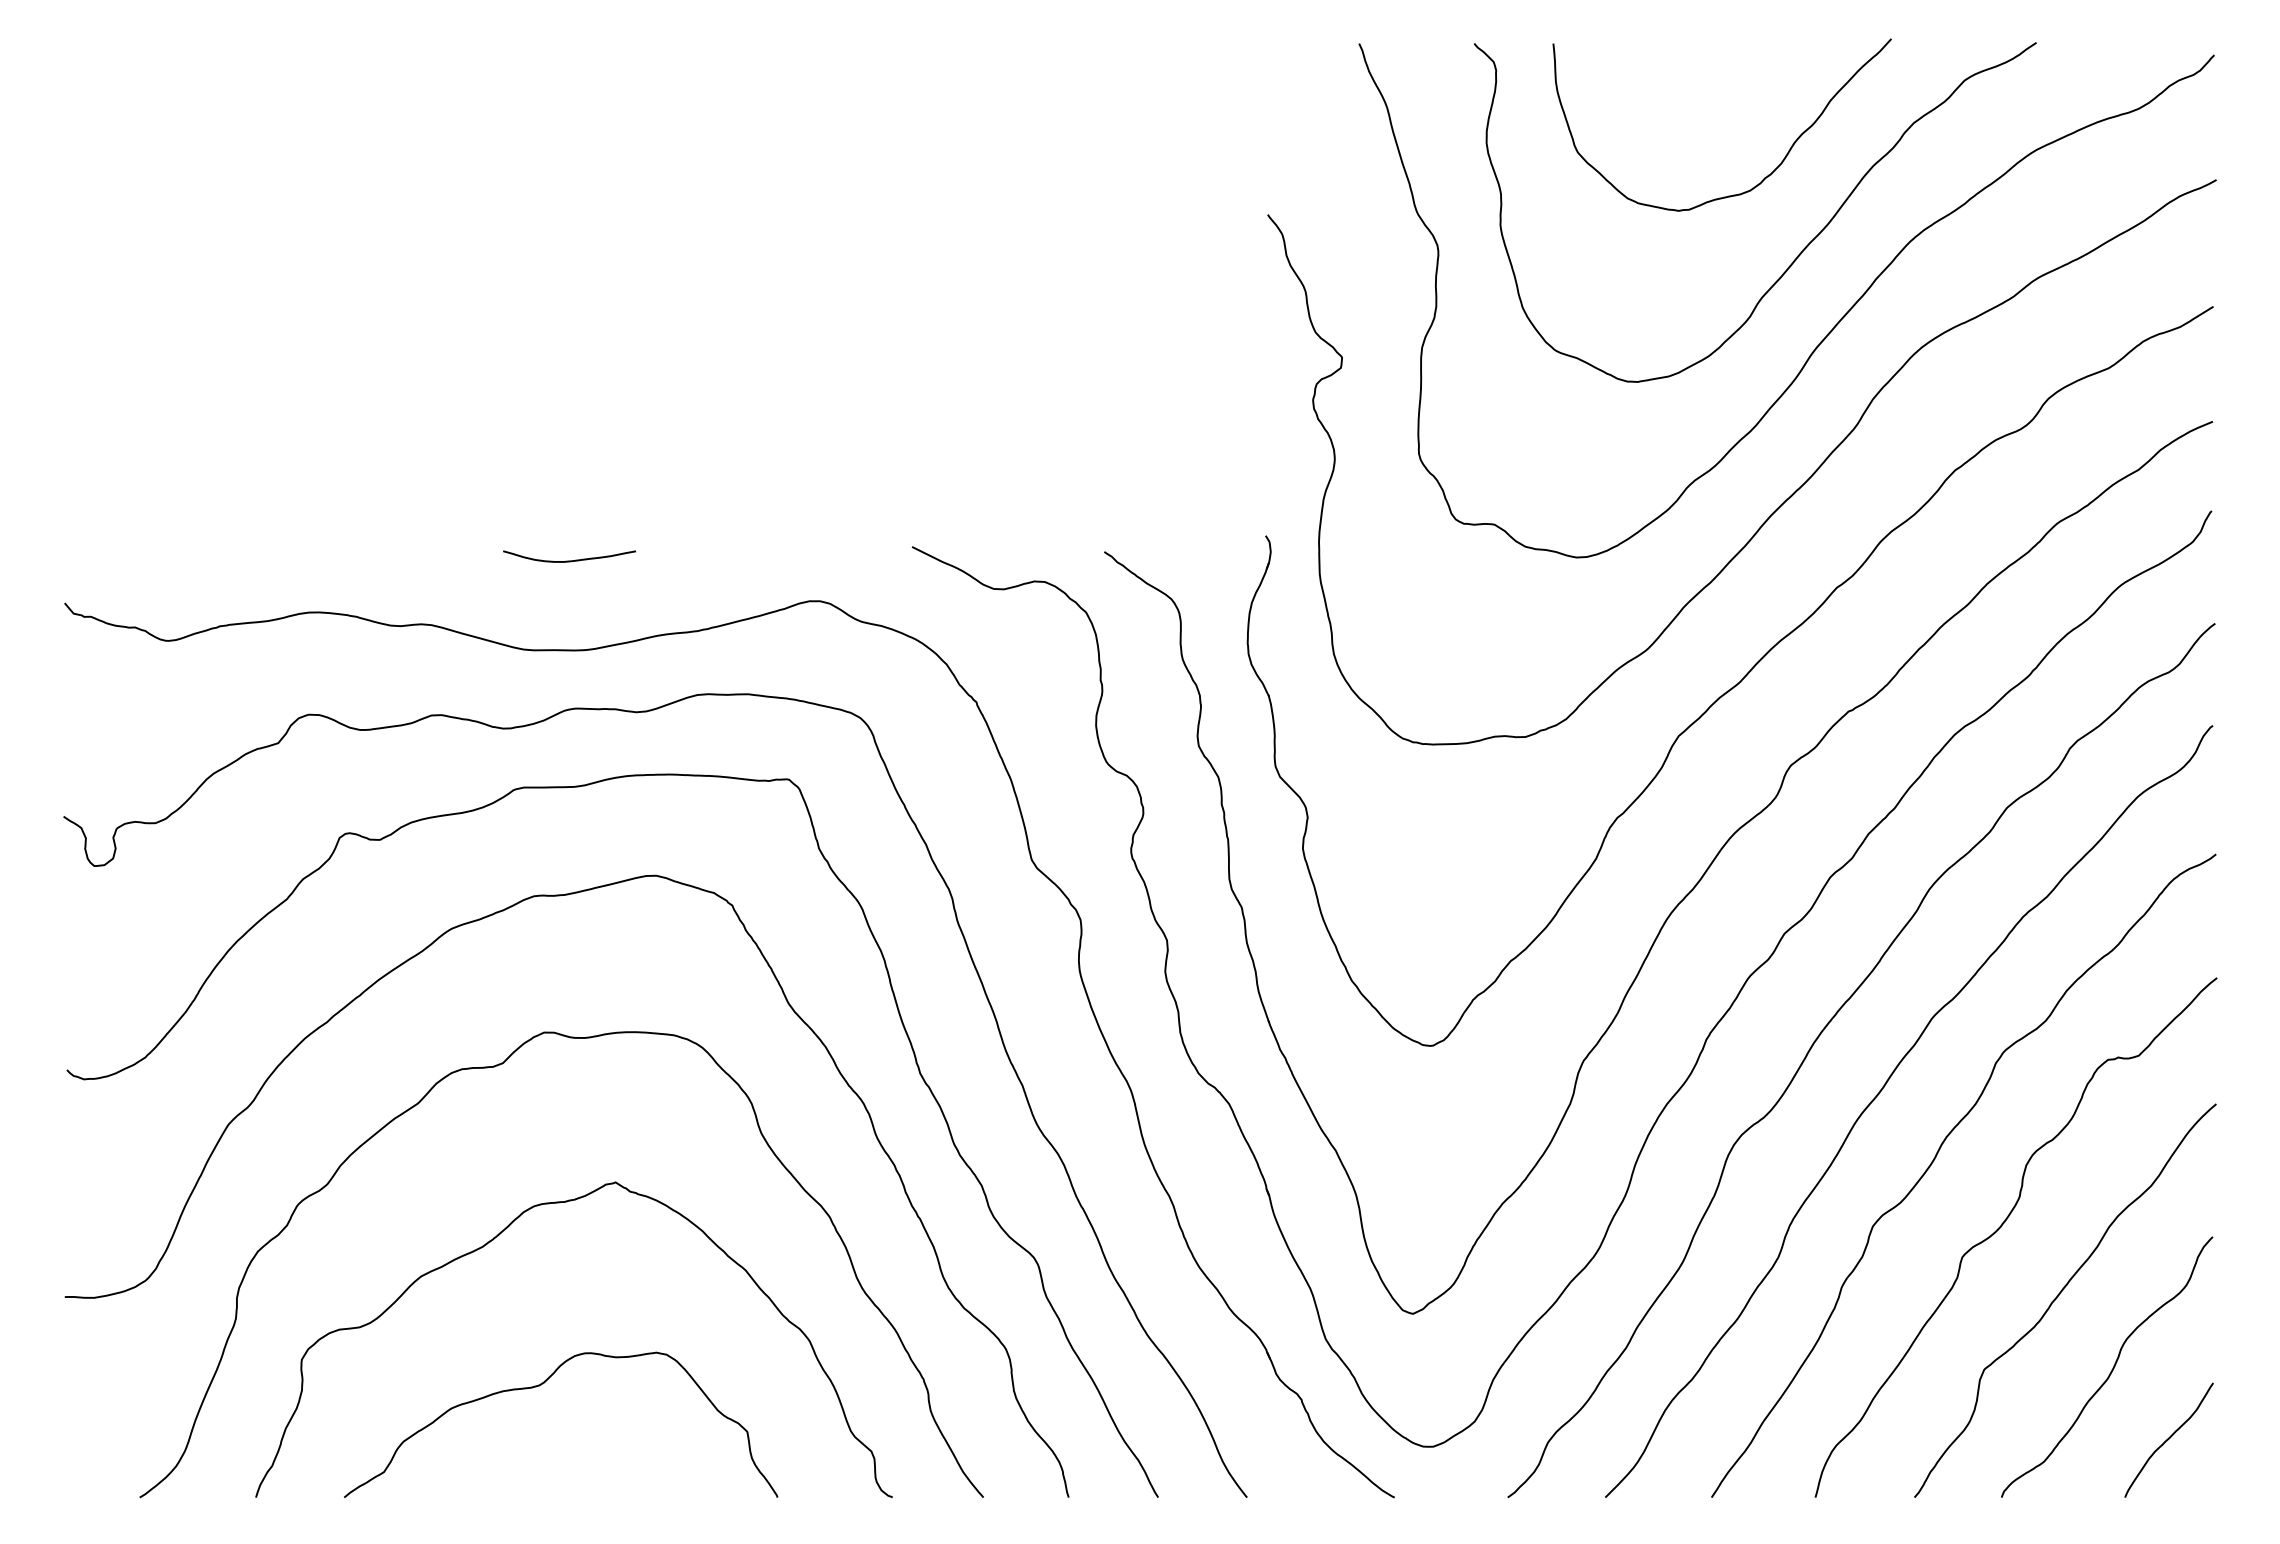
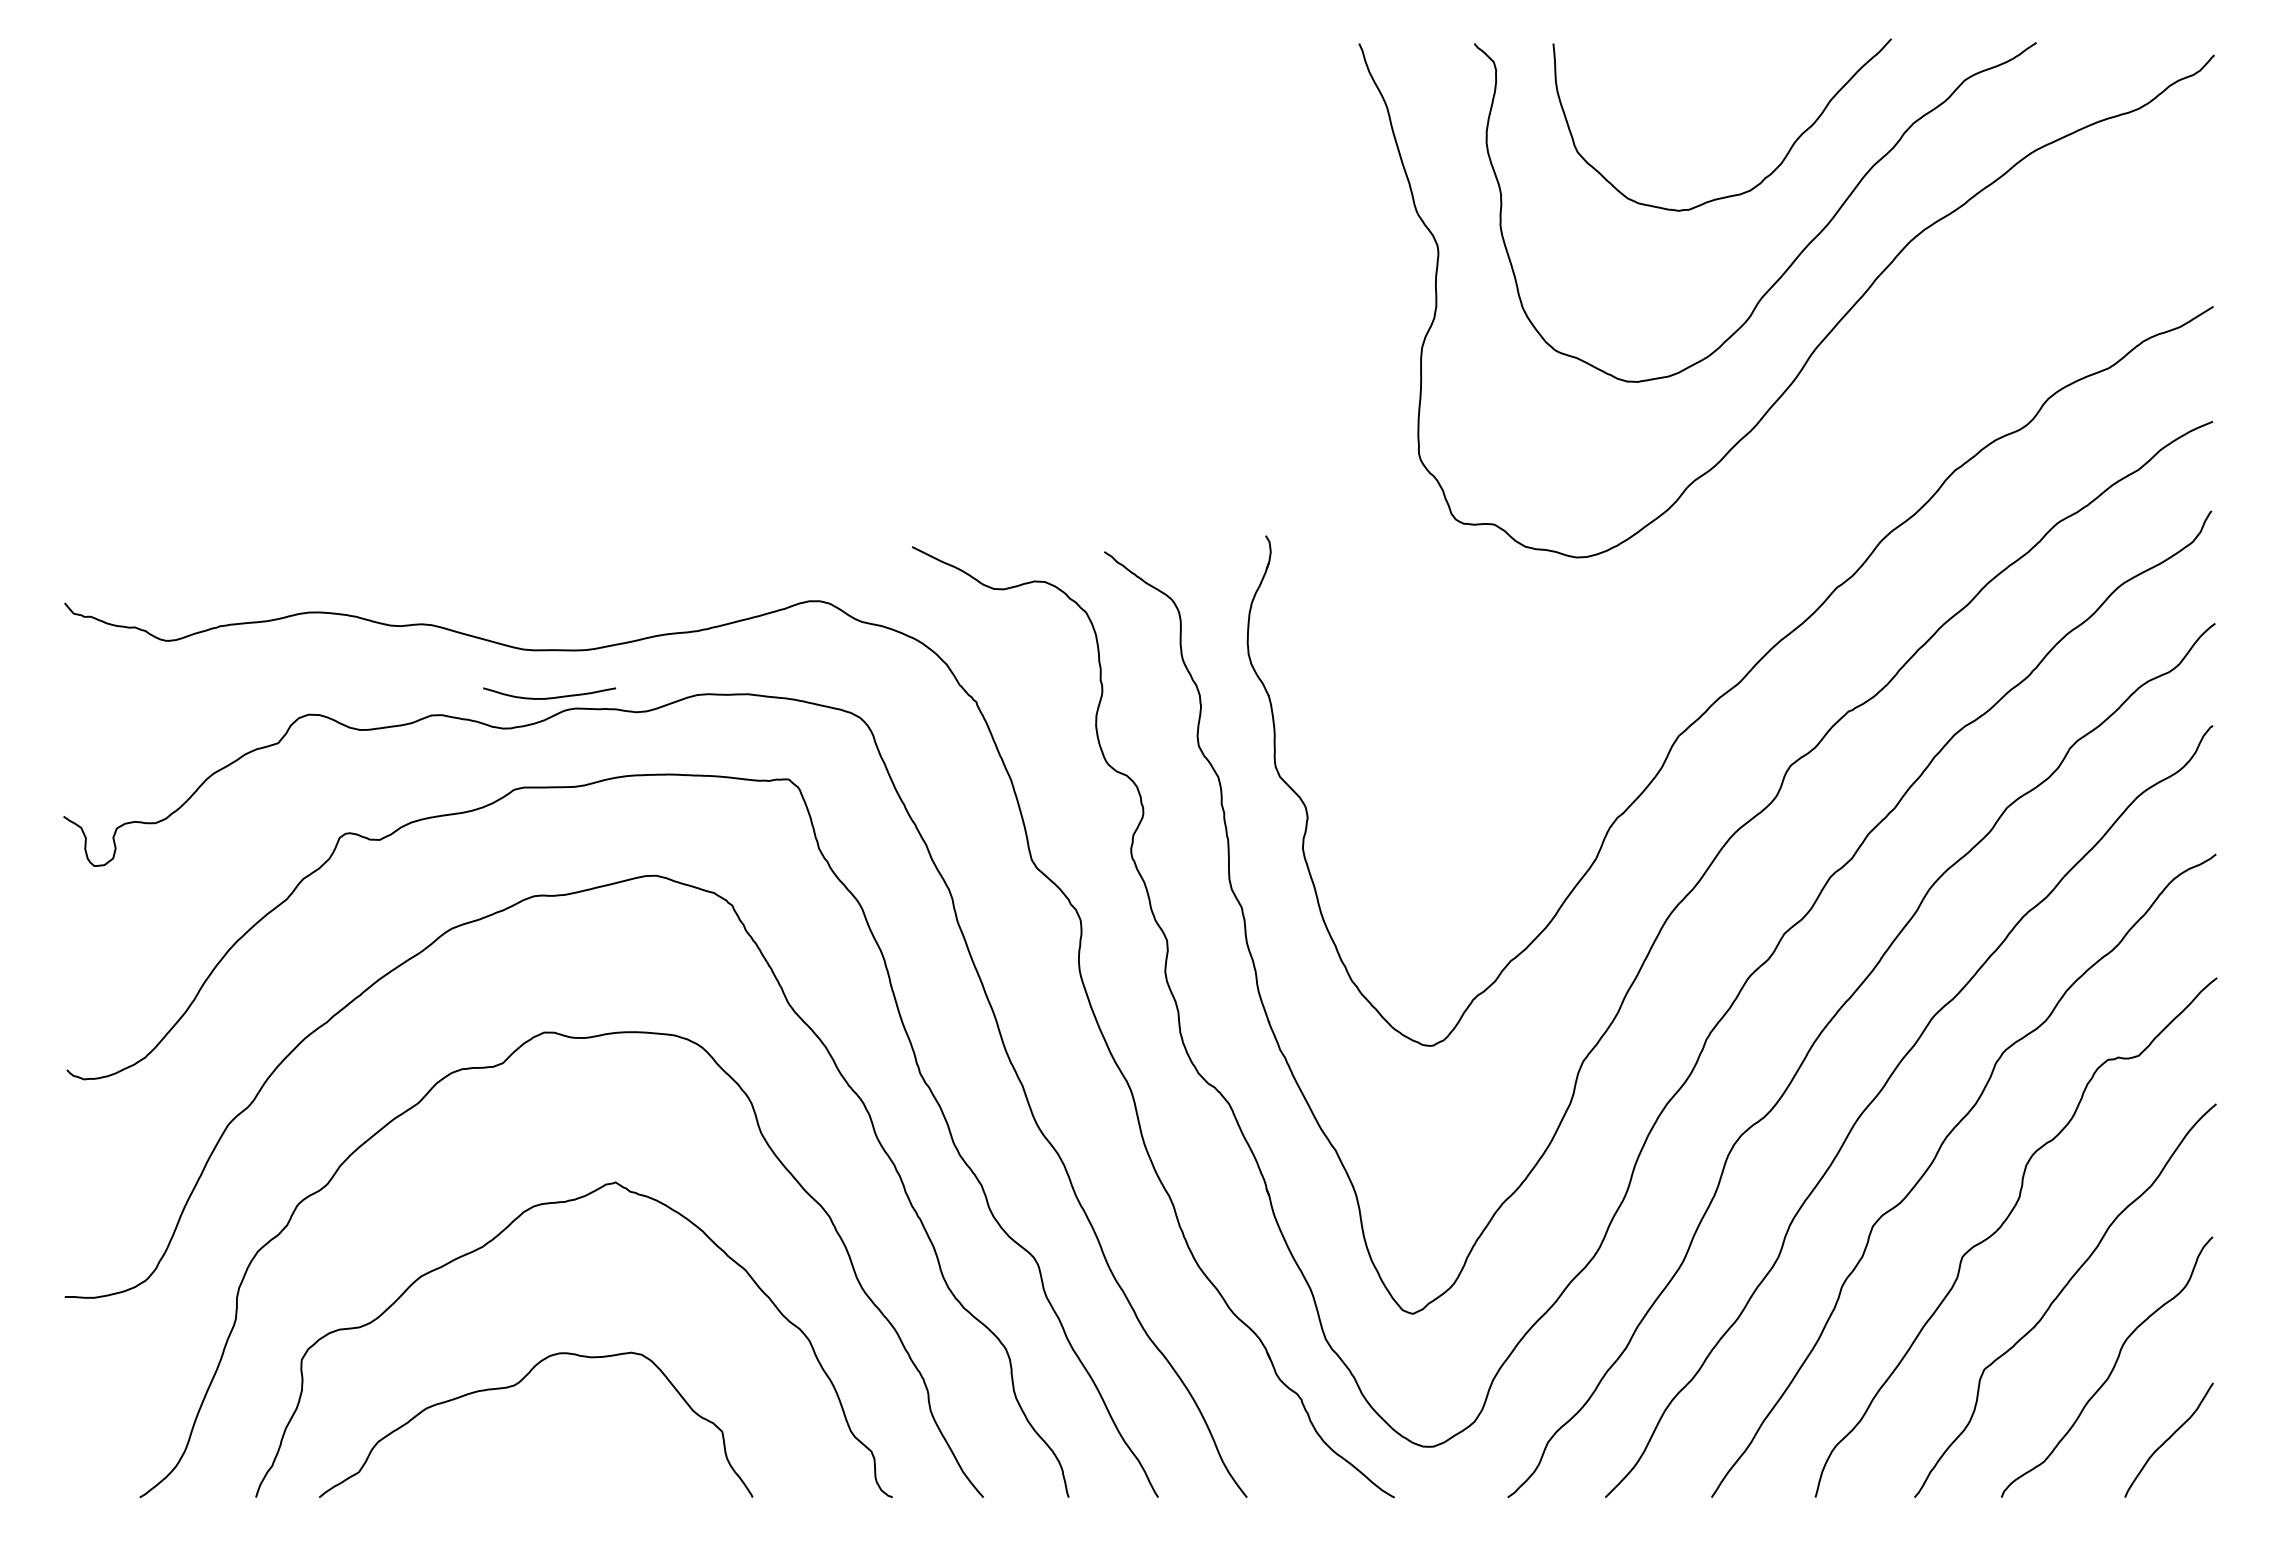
curve at (1782, 502): present -> none
curve at (569, 560) position: (569, 560) -> (549, 697)
curve at (541, 1385) position: (541, 1385) -> (516, 1385)
